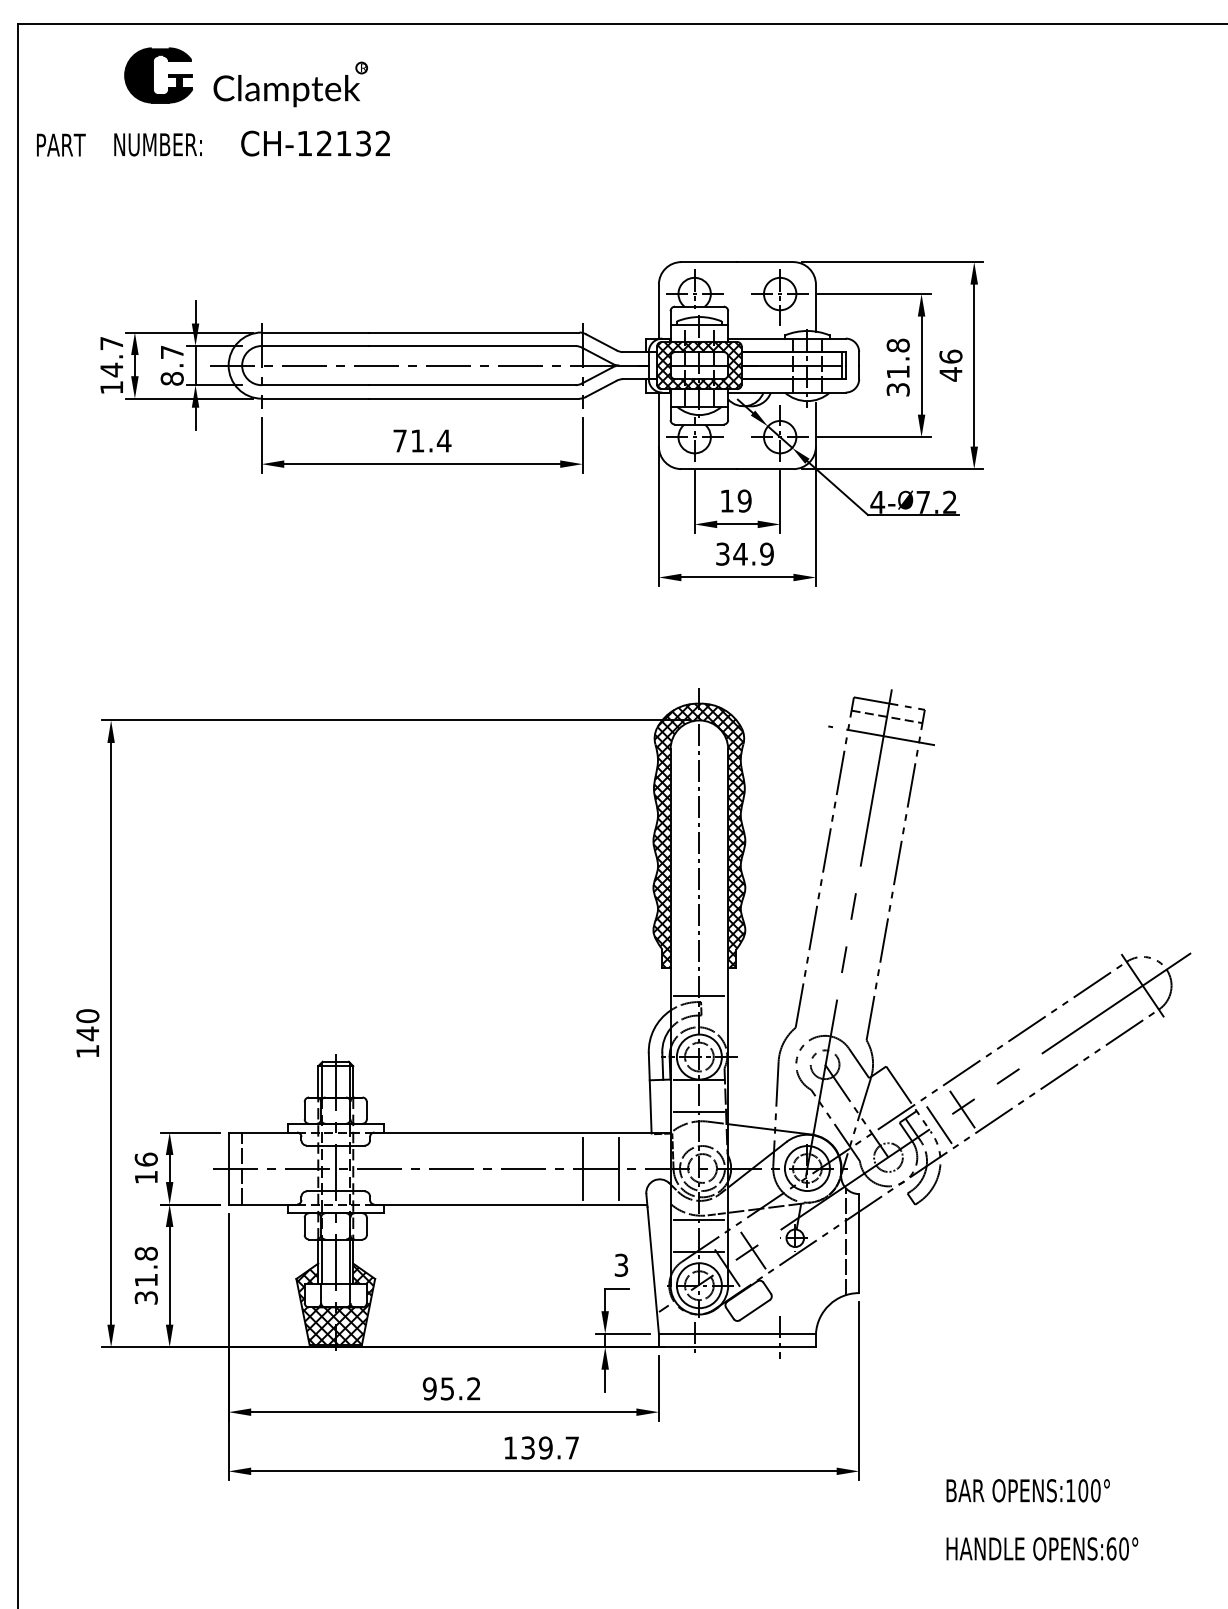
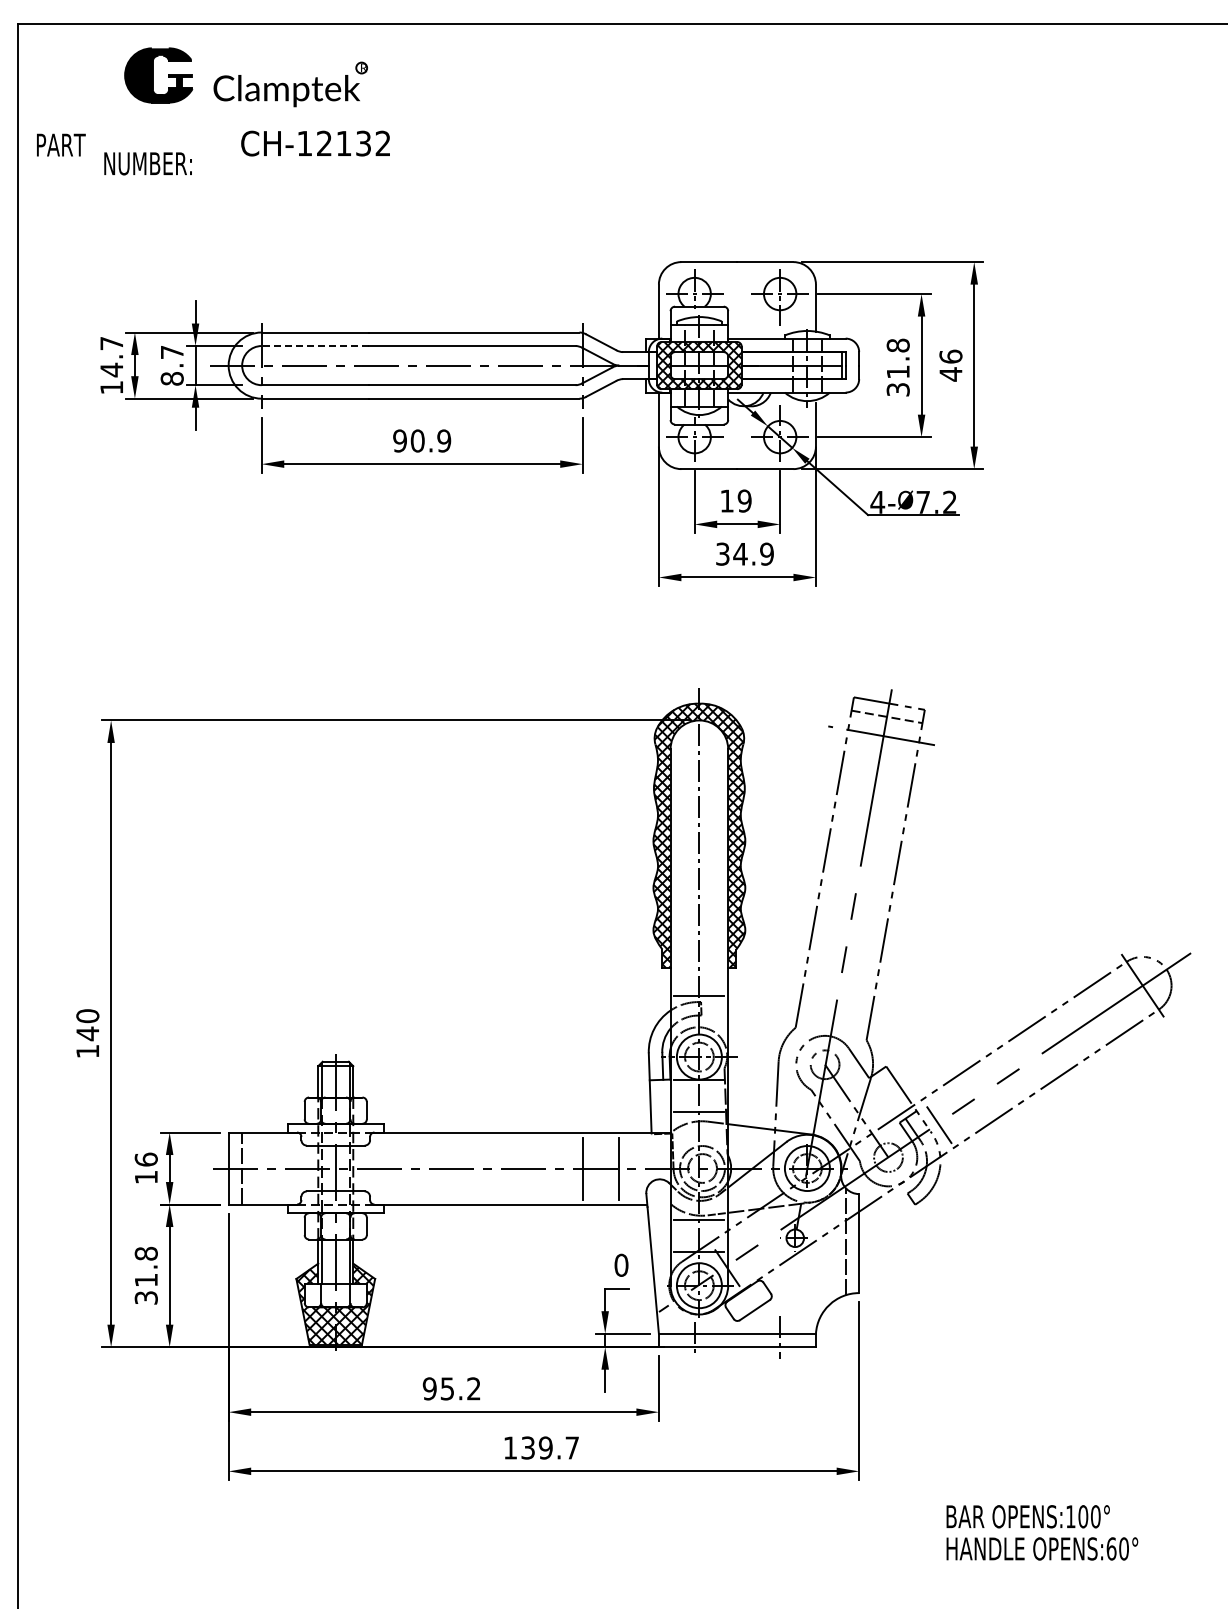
text at (157, 144) position: (157, 144) -> (147, 163)
line at (315, 346): solid -> dashed
text at (422, 440): 71.4 -> 90.9
line at (961, 1107): present -> none
line at (751, 1248): present -> none
text at (621, 1264): 3 -> 0
text at (1027, 1490) position: (1027, 1490) -> (1027, 1516)
